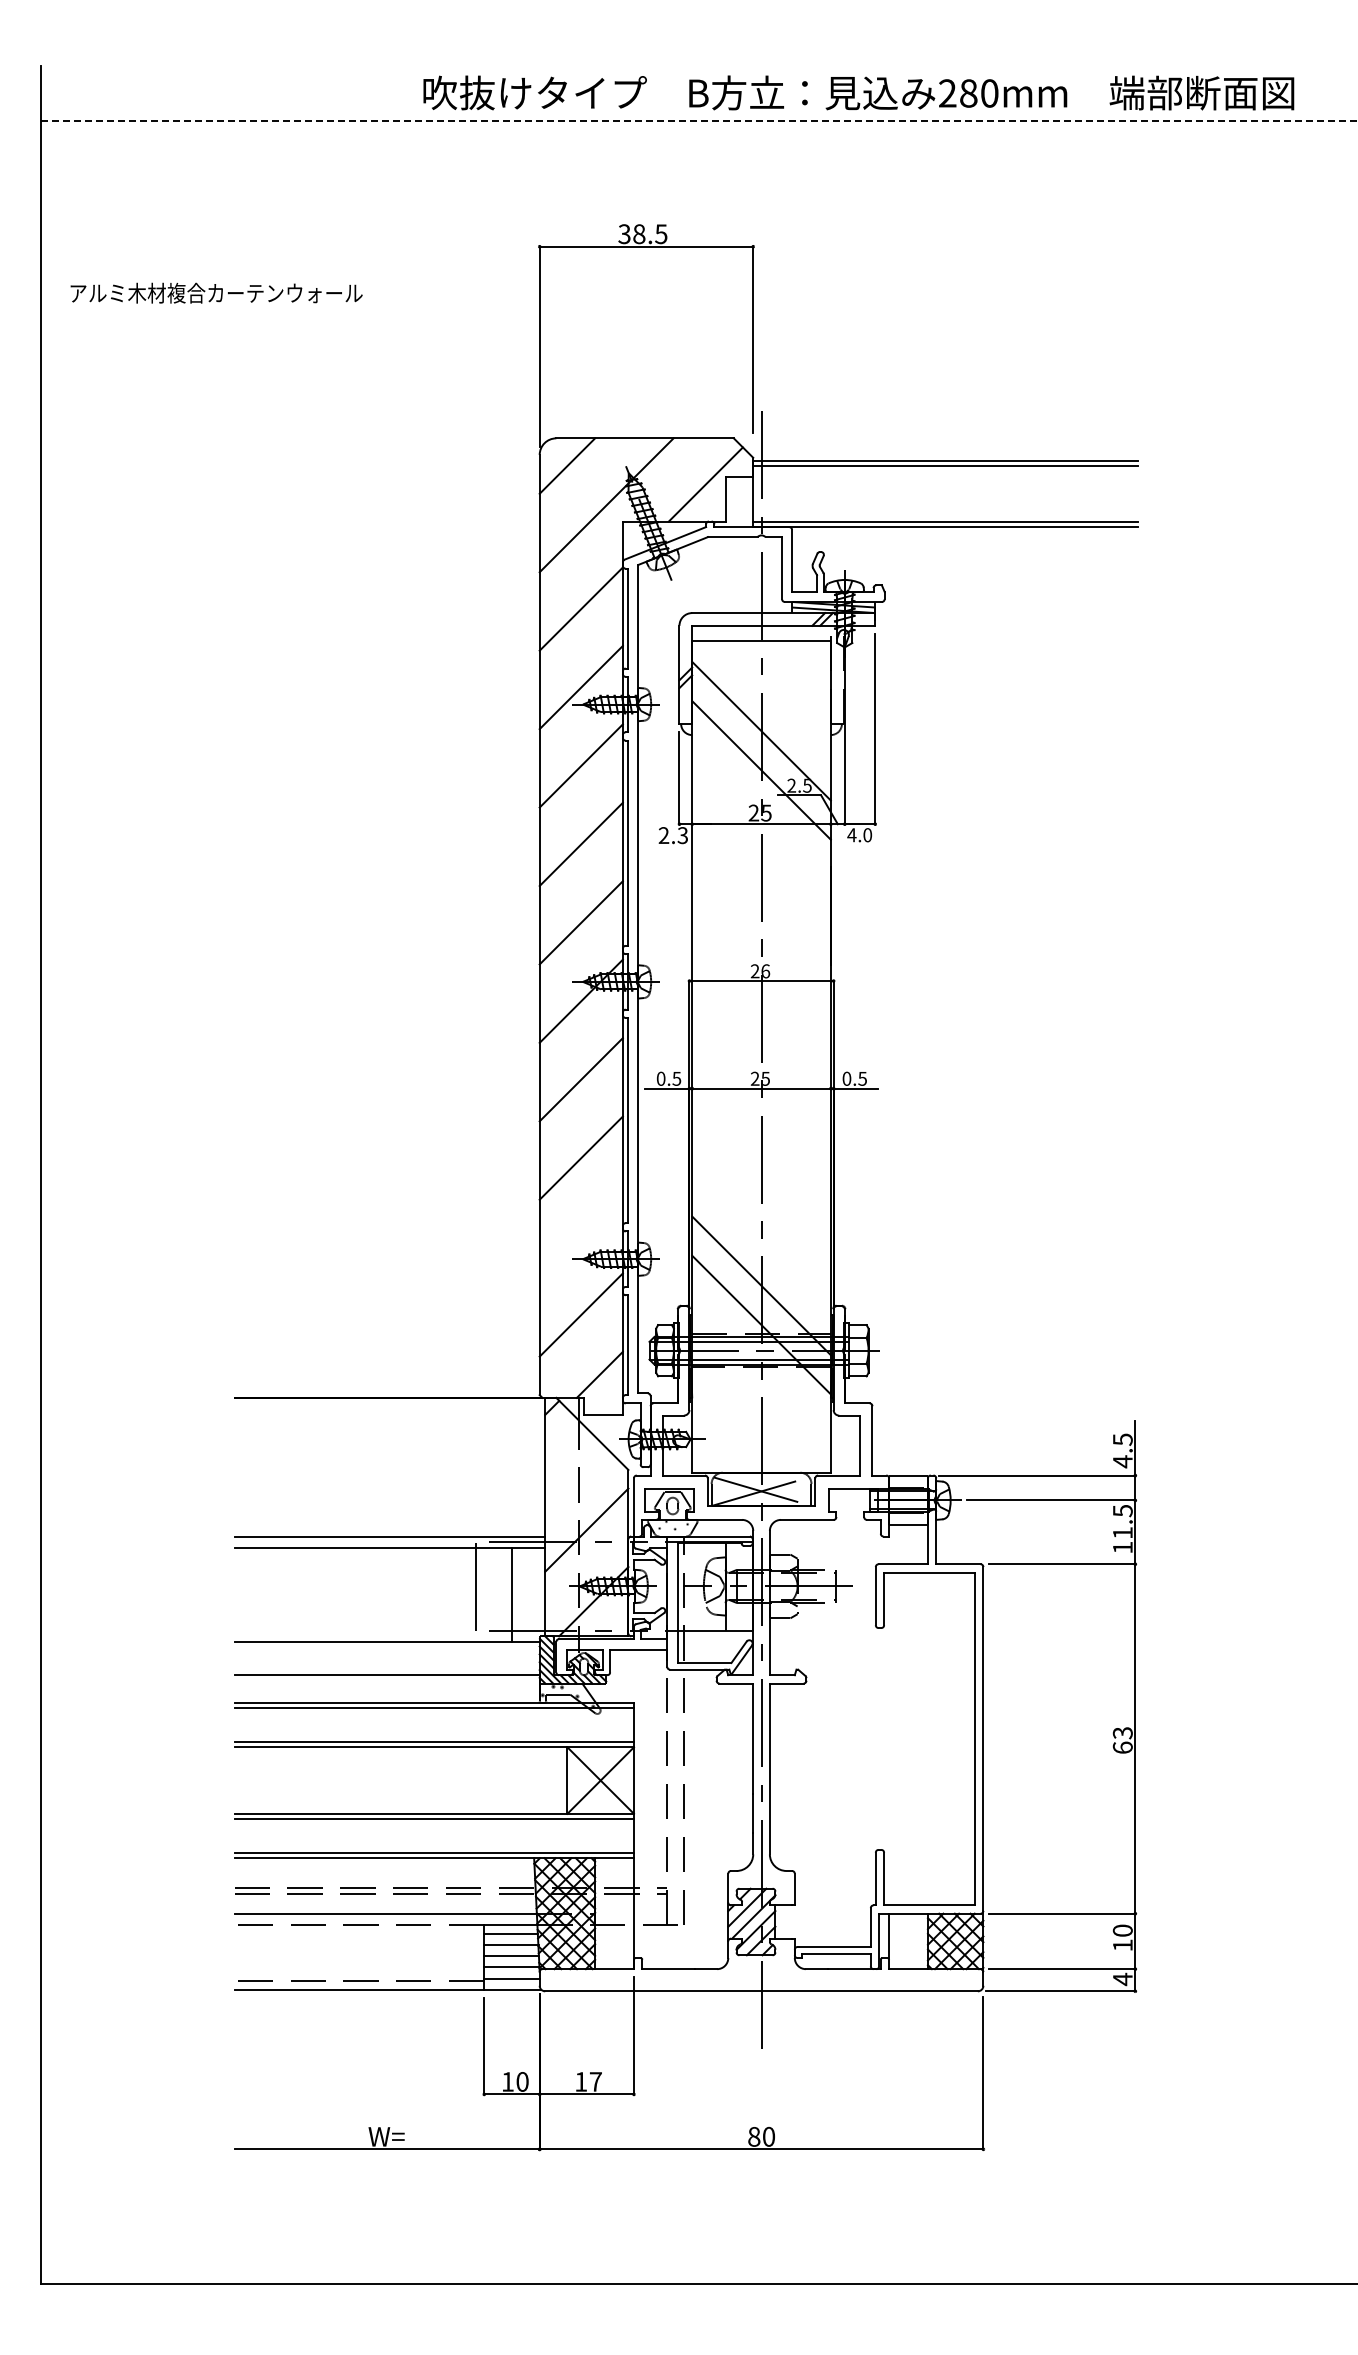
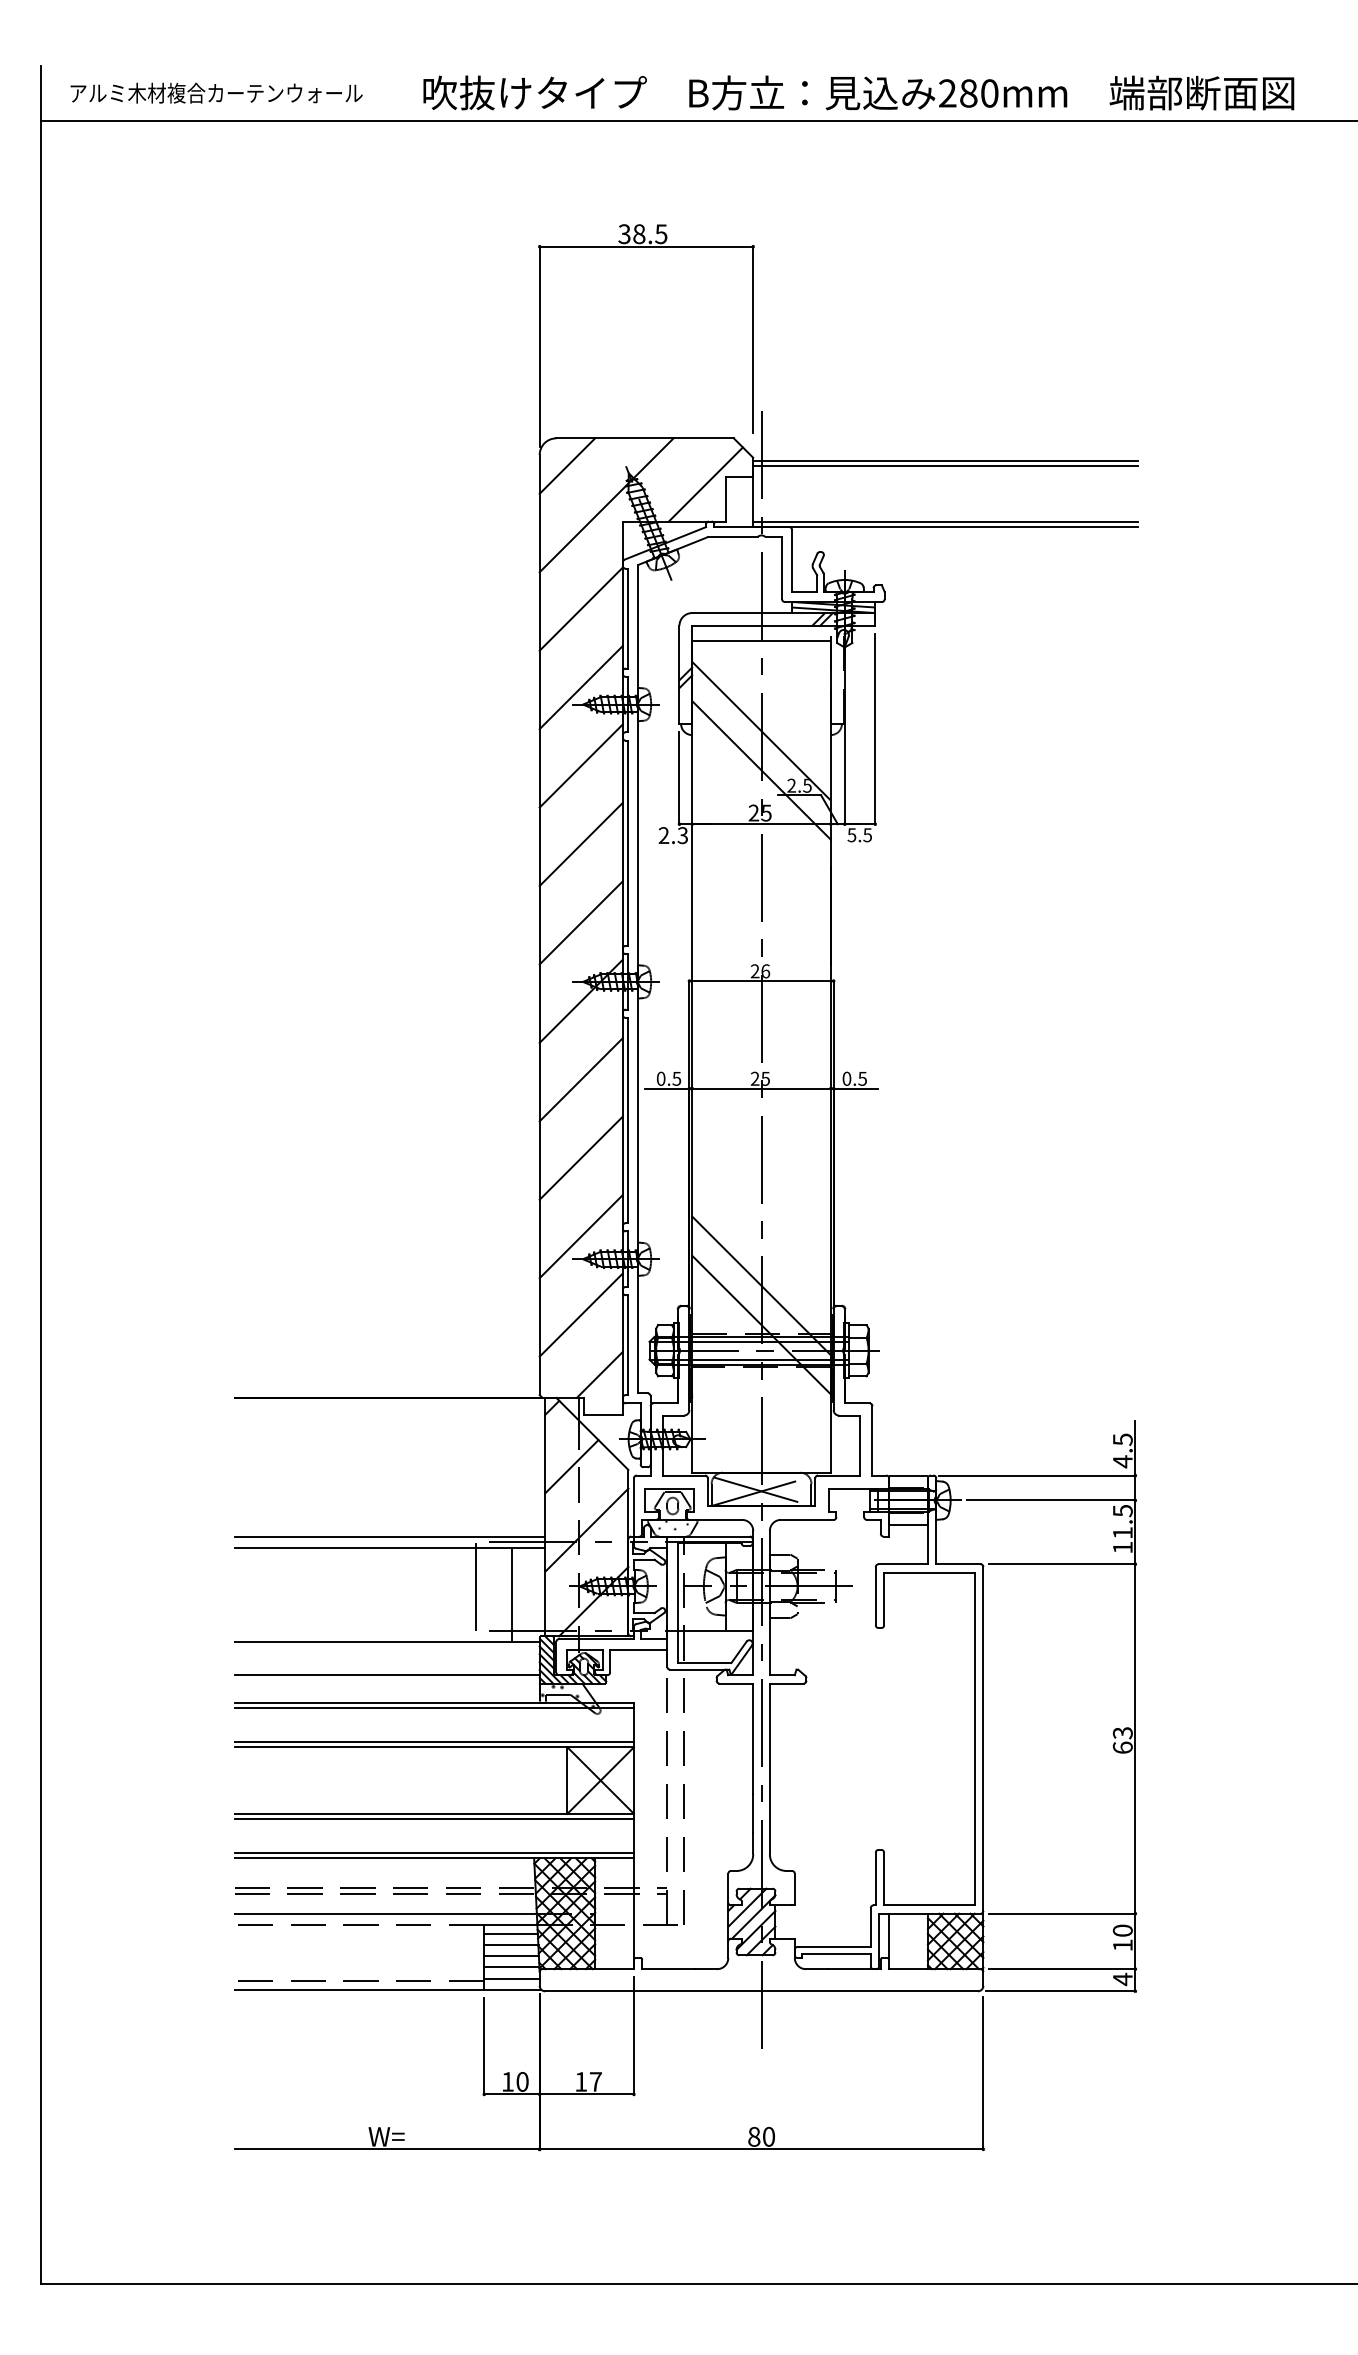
line at (699, 121): dashed -> solid
text at (216, 292) position: (216, 292) -> (216, 92)
text at (859, 835): 4.0 -> 5.5
line at (580, 1236): none -> present
line at (571, 1466): none -> present
